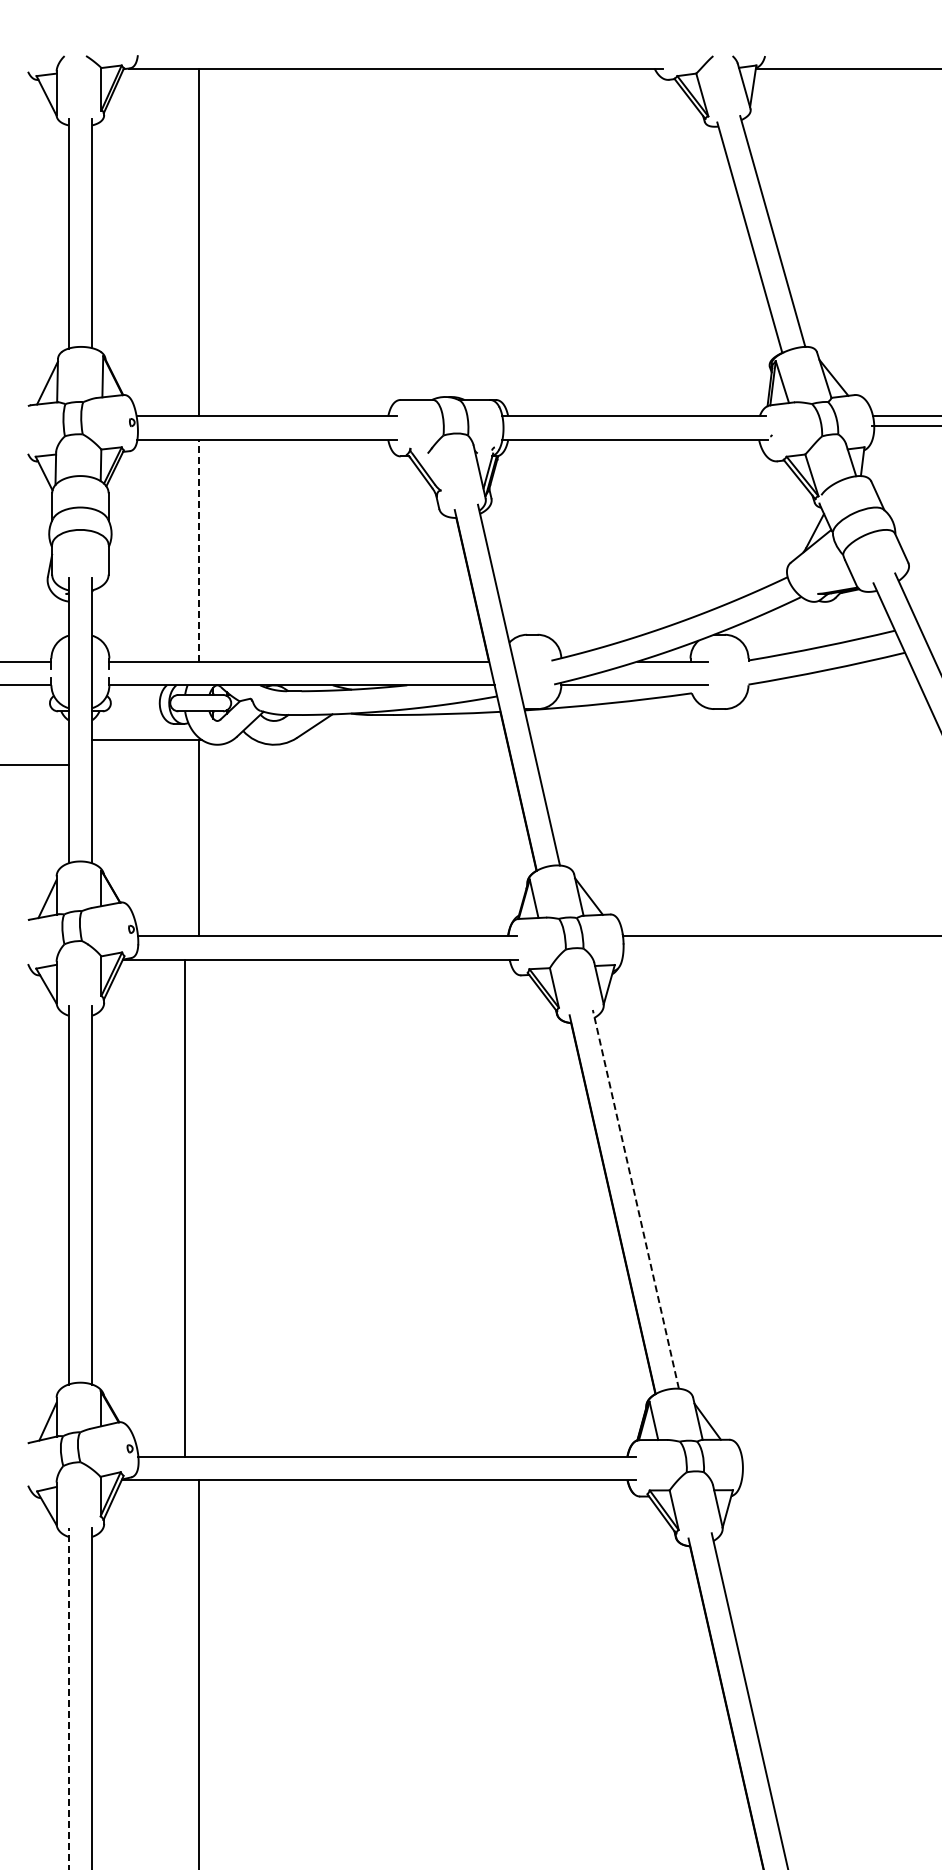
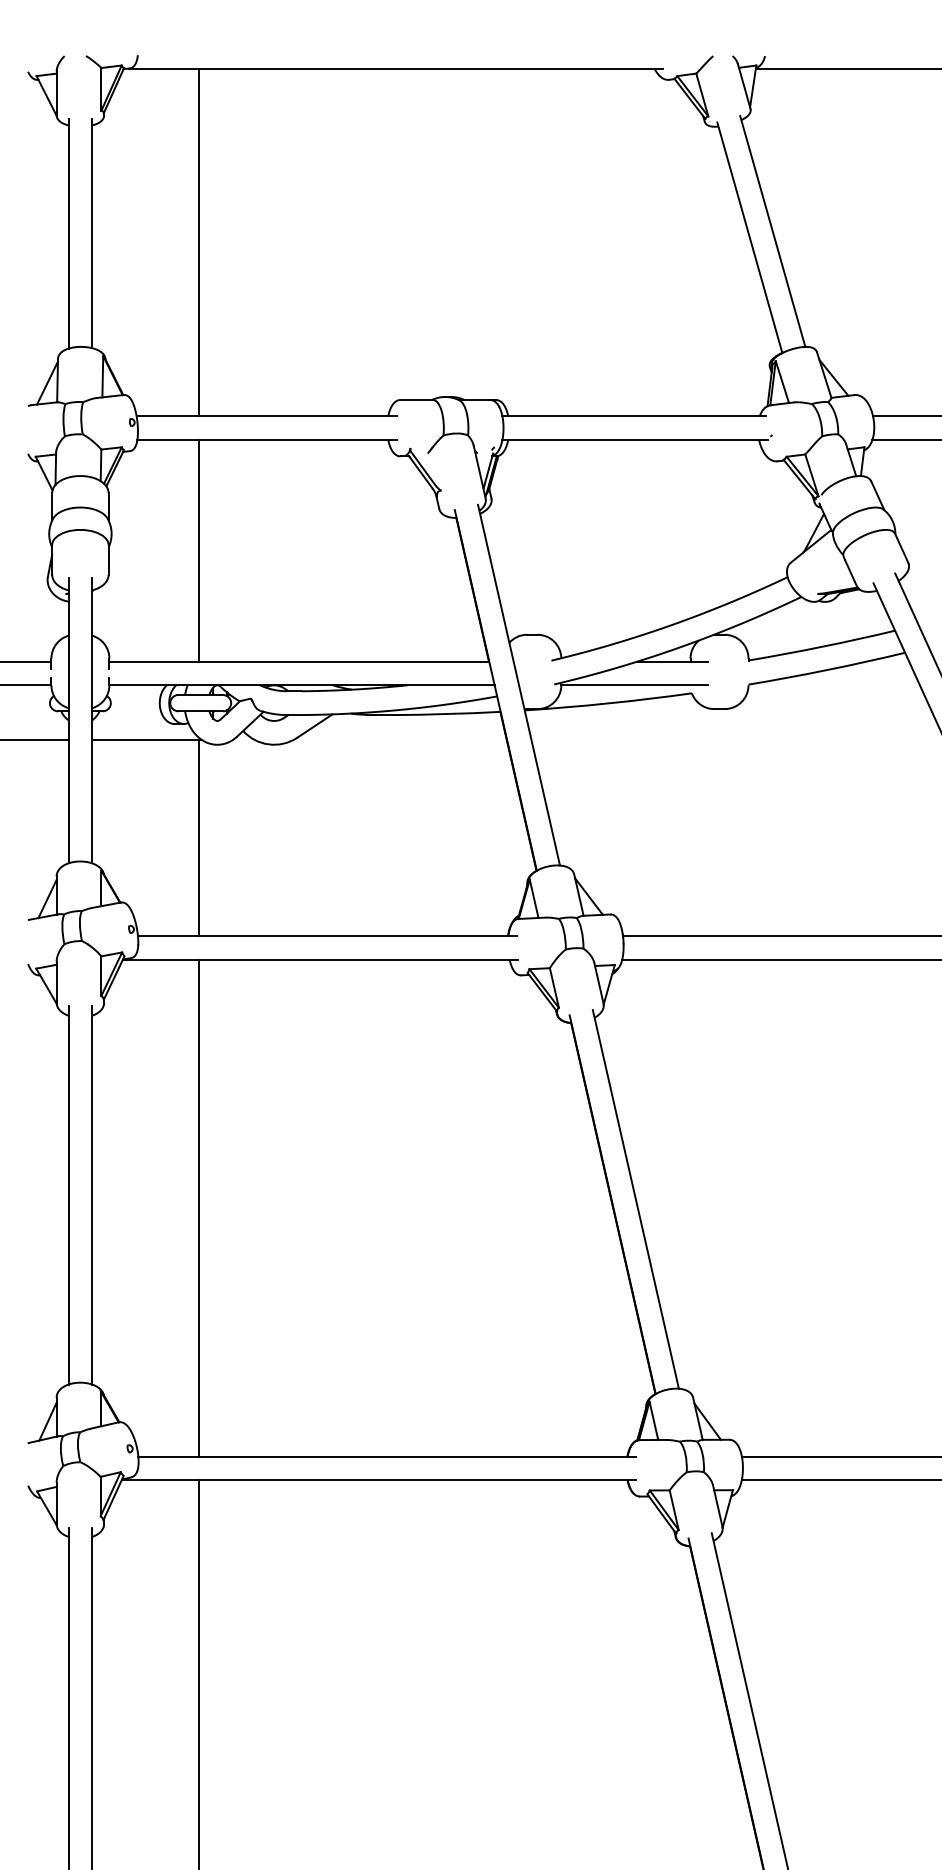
line at (905, 426) position: (905, 426) -> (905, 440)
line at (198, 550): dashed -> solid
line at (35, 765) position: (35, 765) -> (35, 740)
line at (780, 960): none -> present
line at (635, 1198): dashed -> solid
line at (184, 1208) position: (184, 1208) -> (198, 1208)
line at (839, 1456): none -> present
line at (839, 1480): none -> present
line at (68, 1698): dashed -> solid
